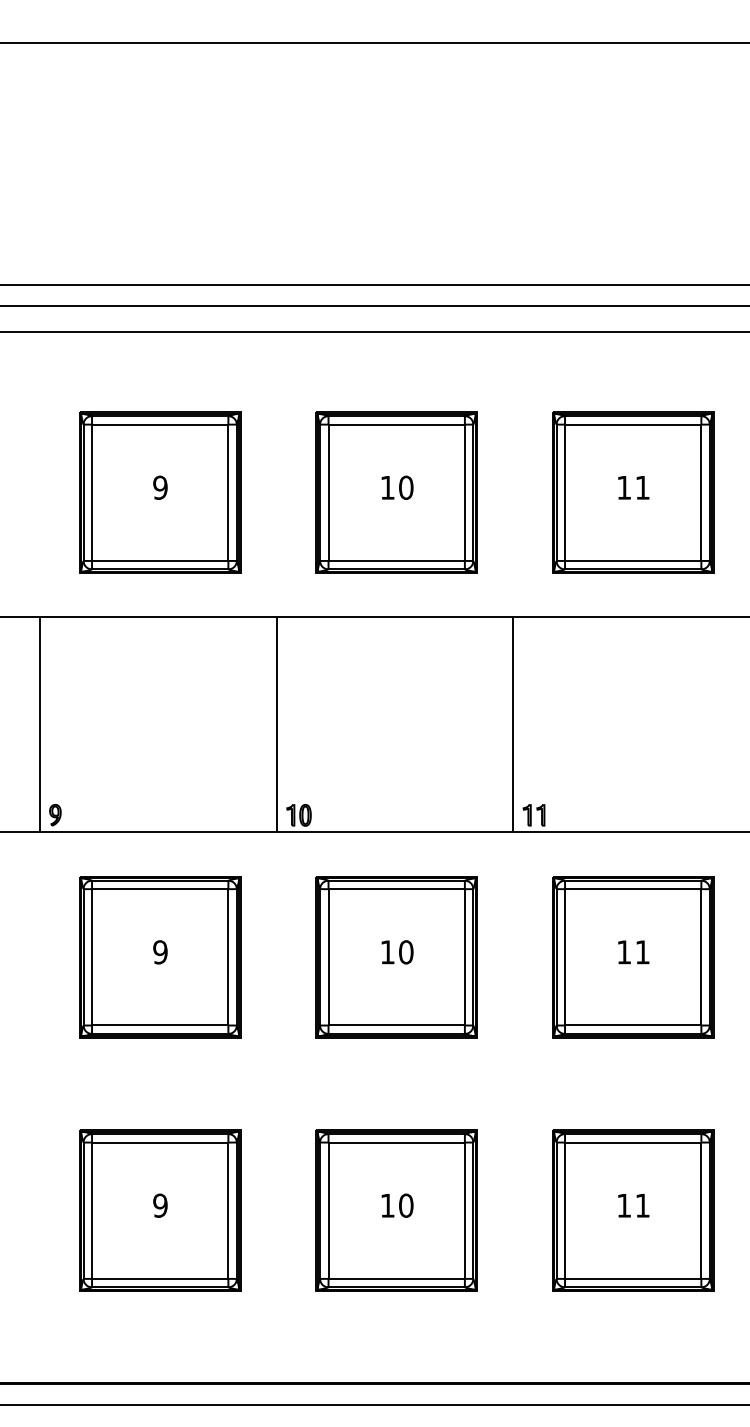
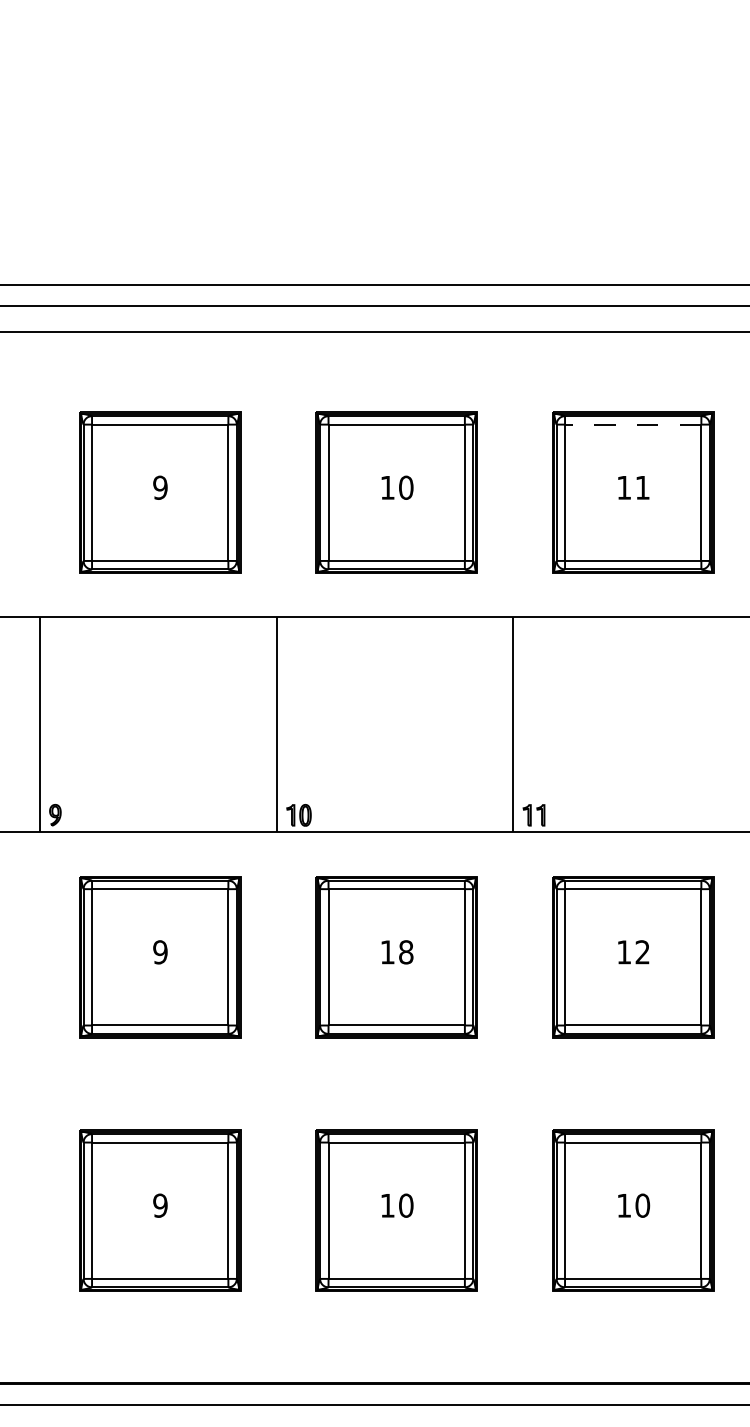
line at (374, 42): present -> none
line at (632, 424): solid -> dashed
text at (406, 952): 10 -> 18
text at (642, 952): 11 -> 12
text at (642, 1205): 11 -> 10
